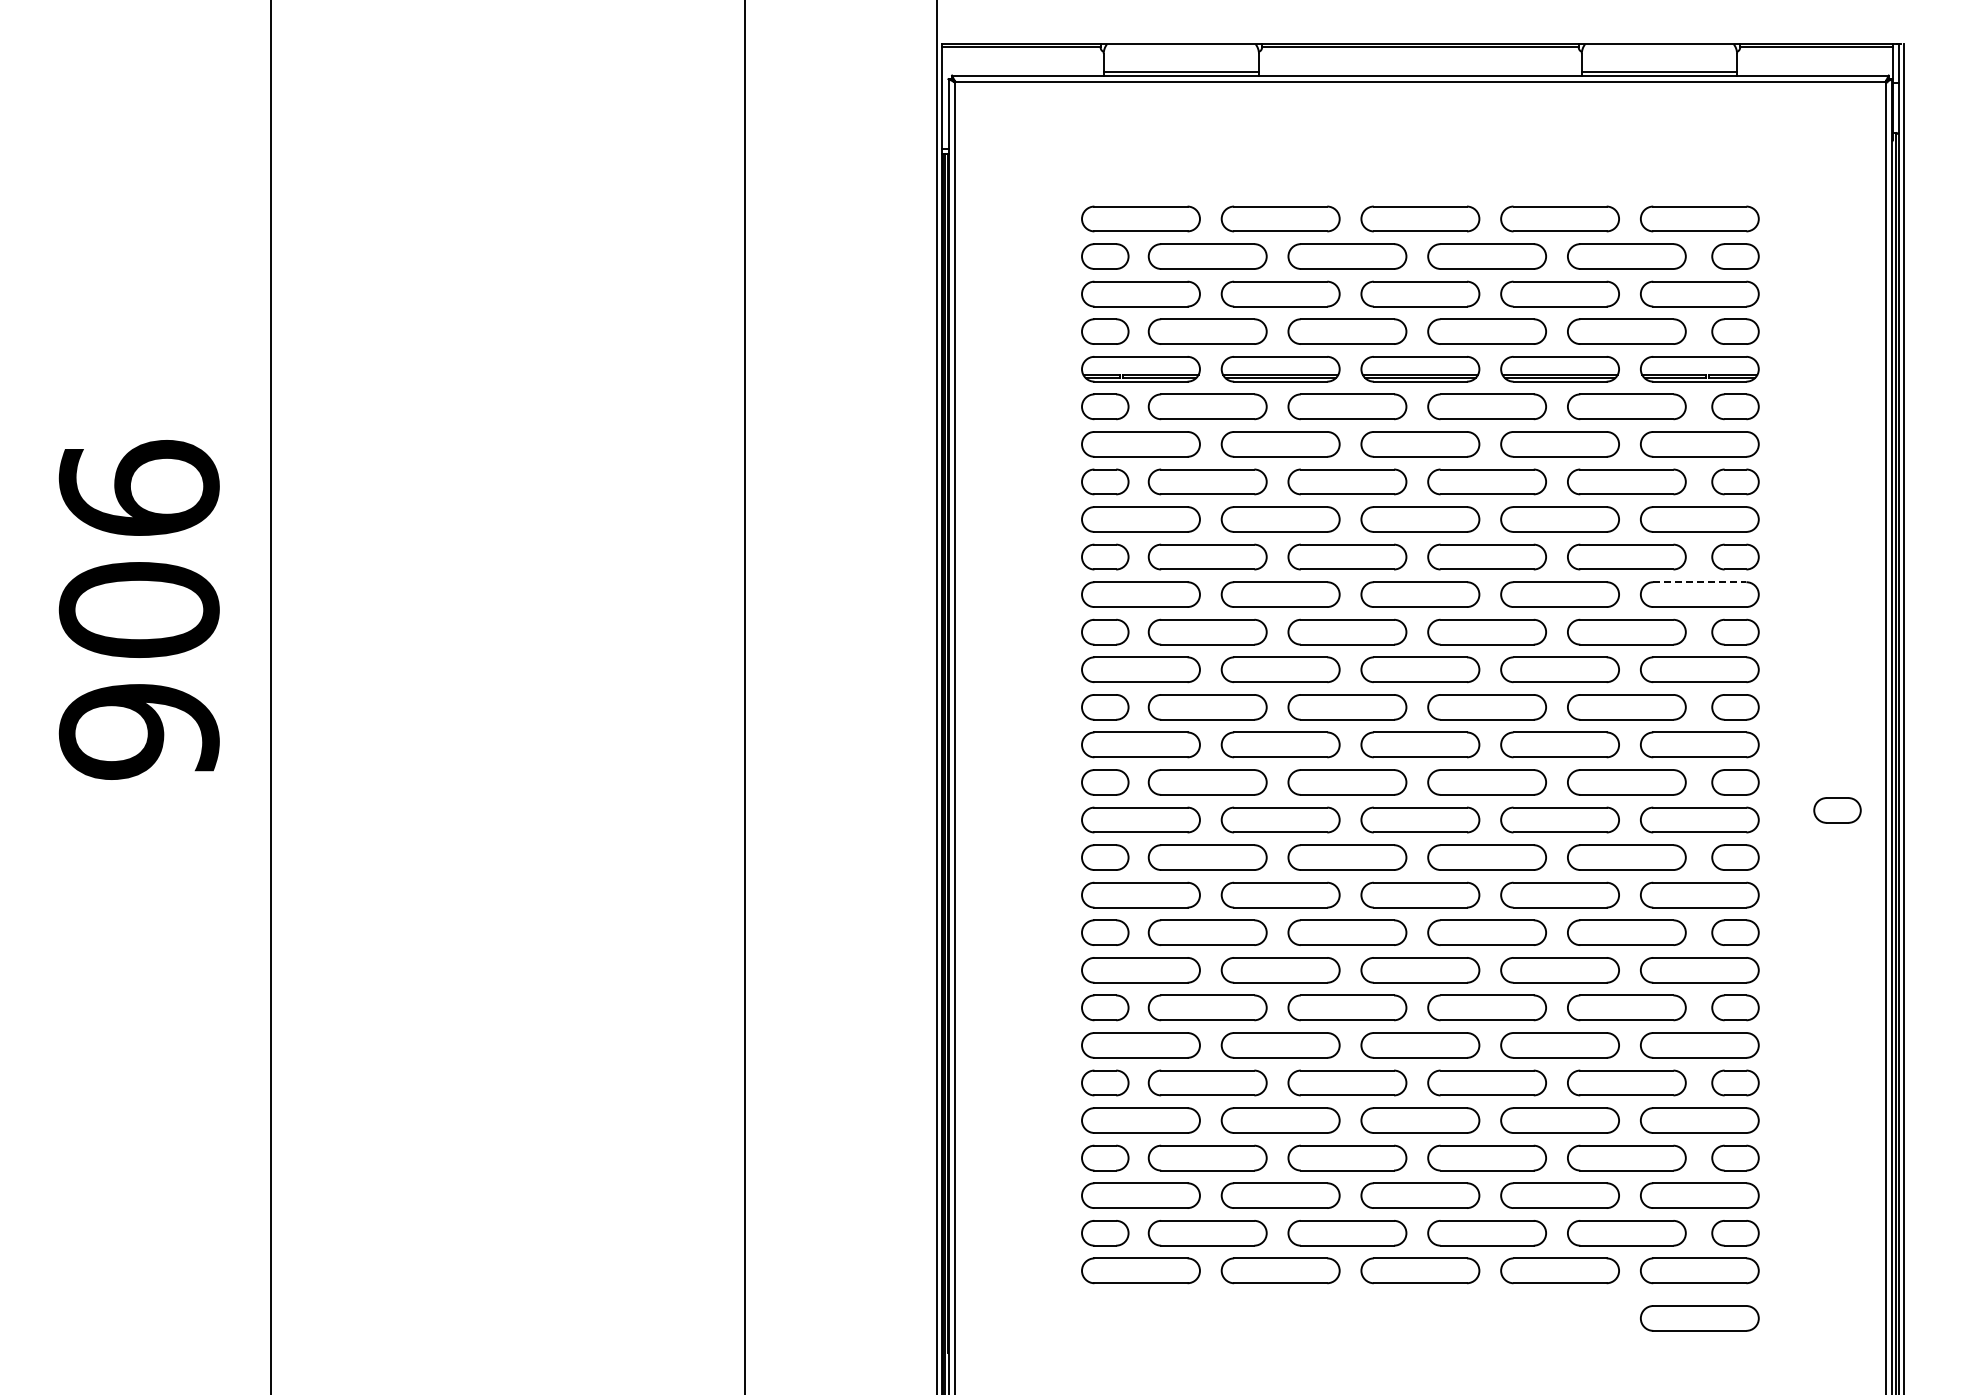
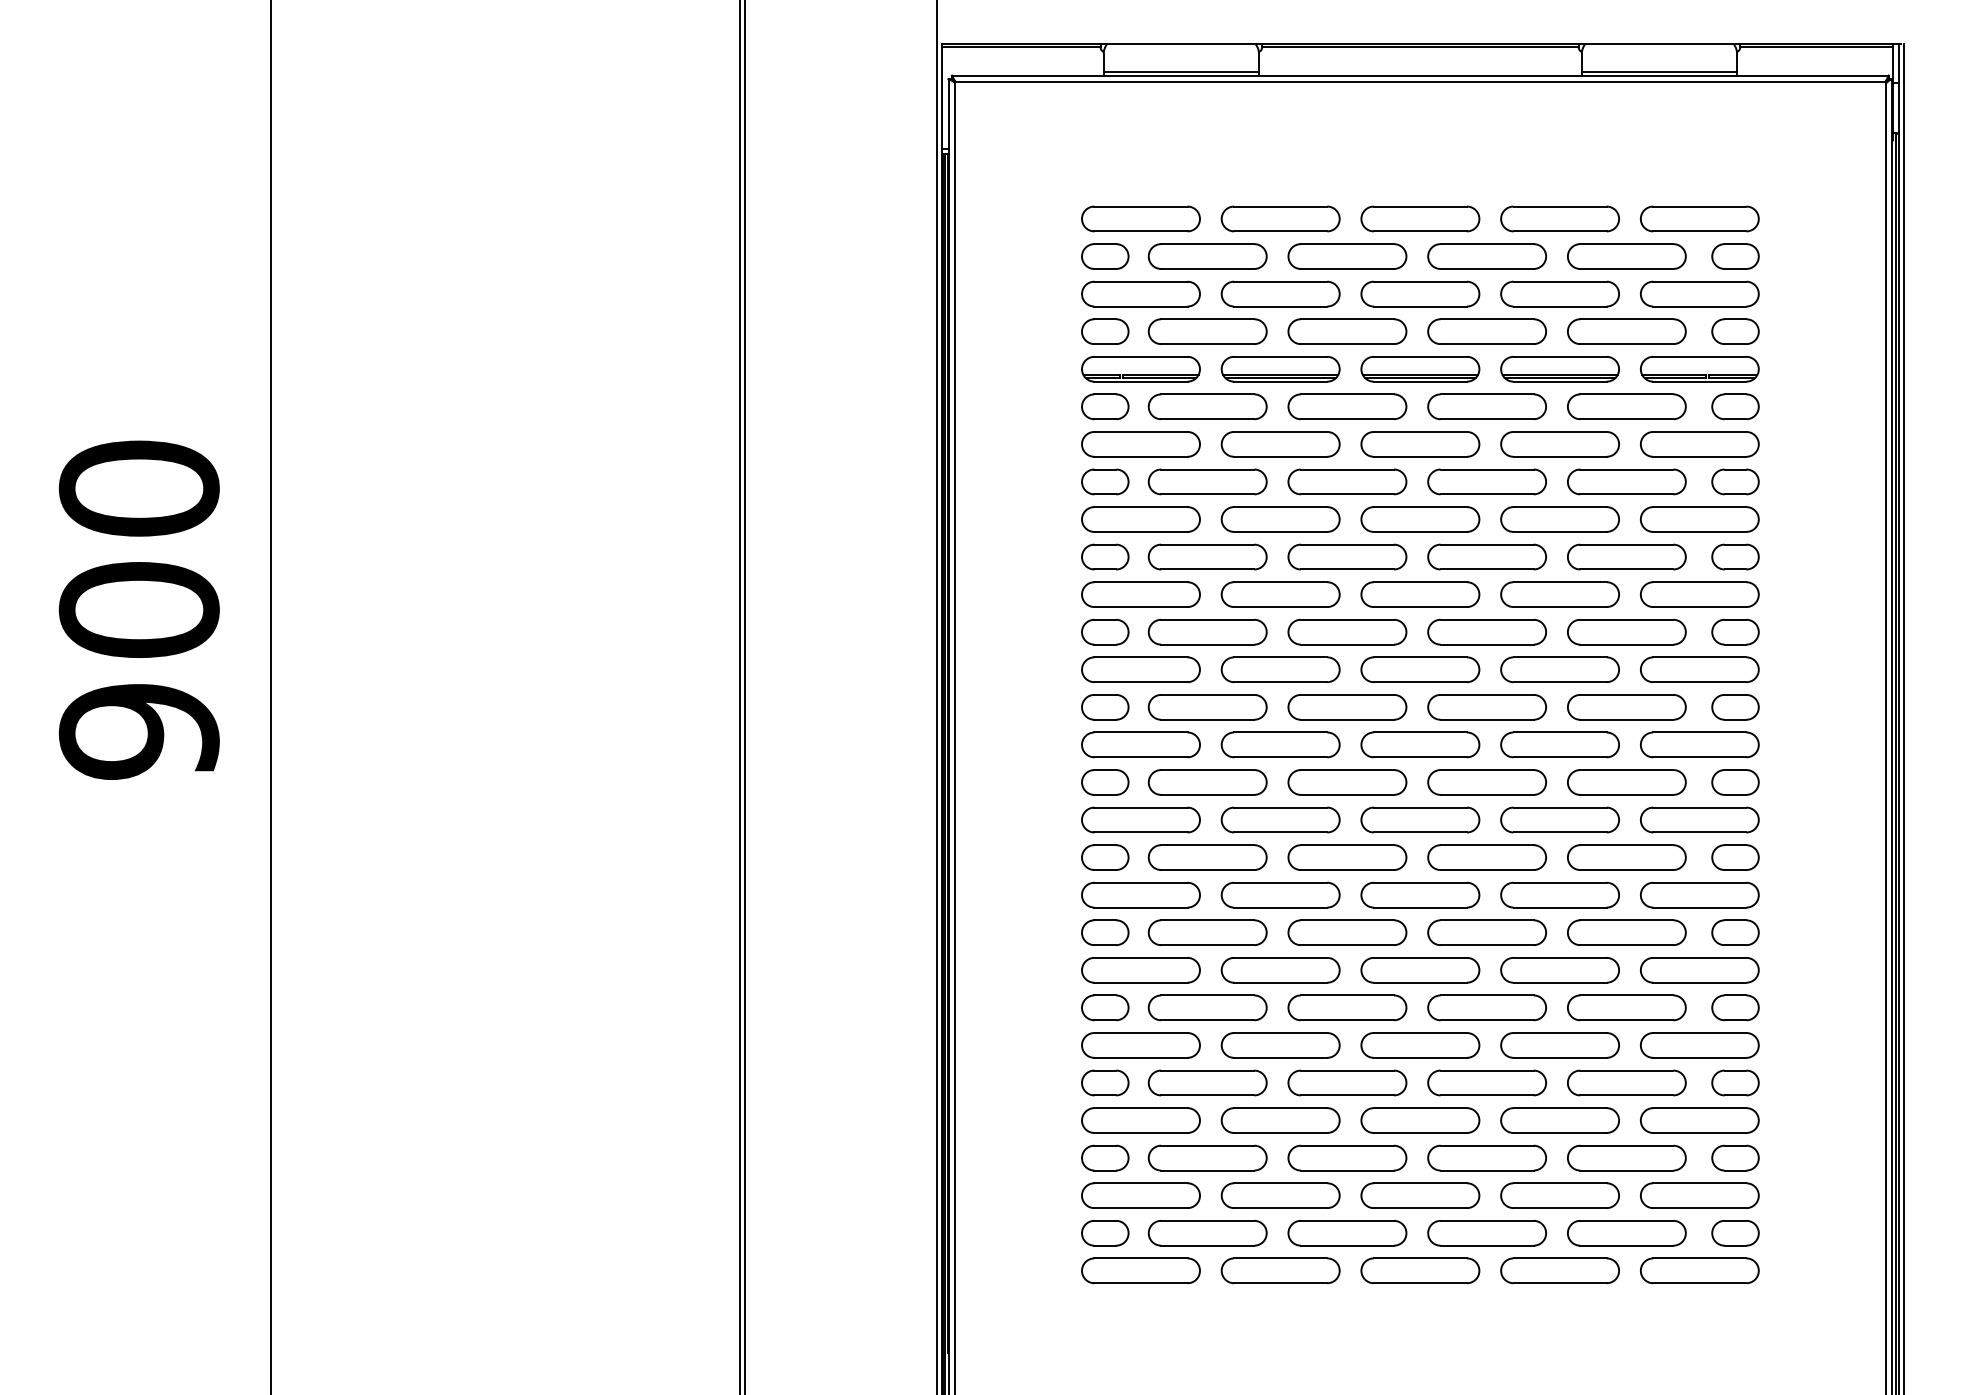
text at (138, 488): 906 -> 900
line at (1699, 582): dashed -> solid
line at (740, 696): none -> present
part at (1837, 810): present -> none
part at (1699, 1318): present -> none
